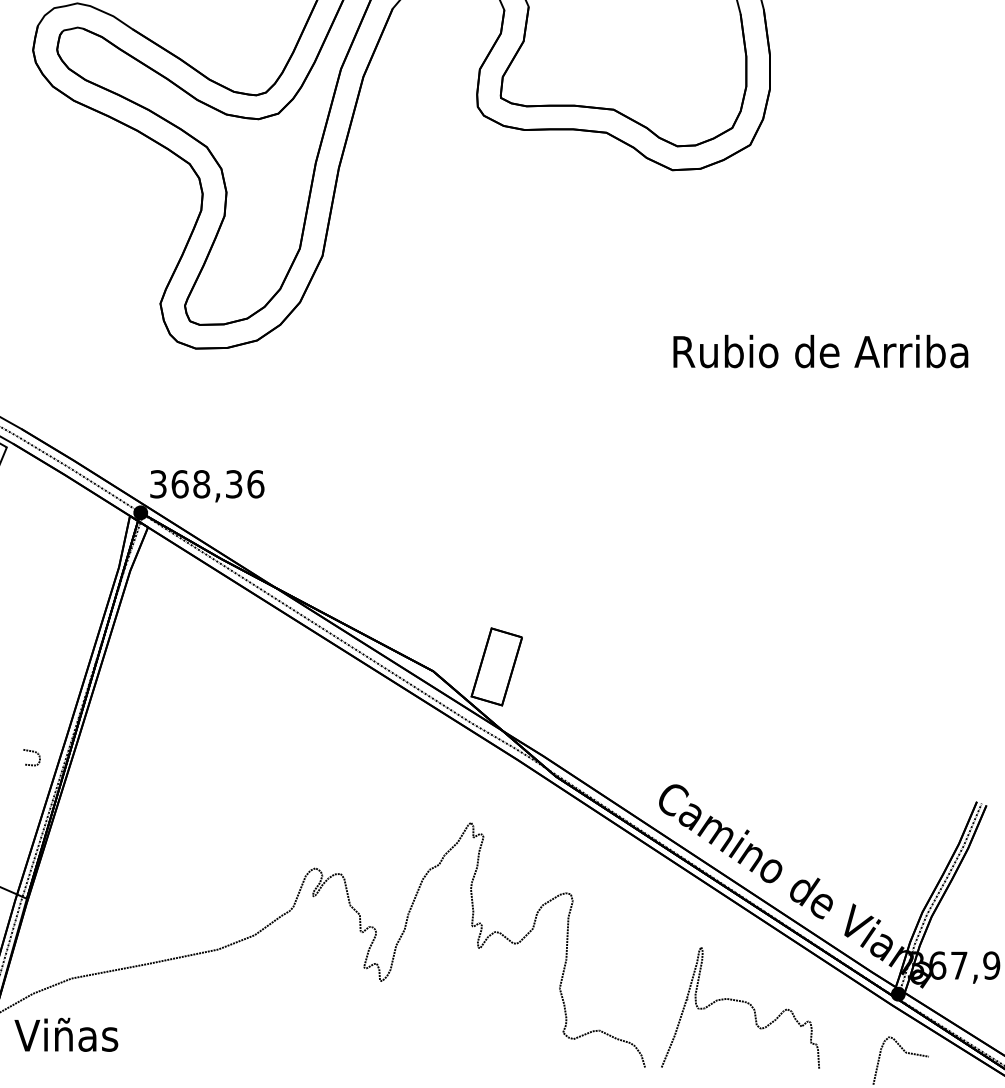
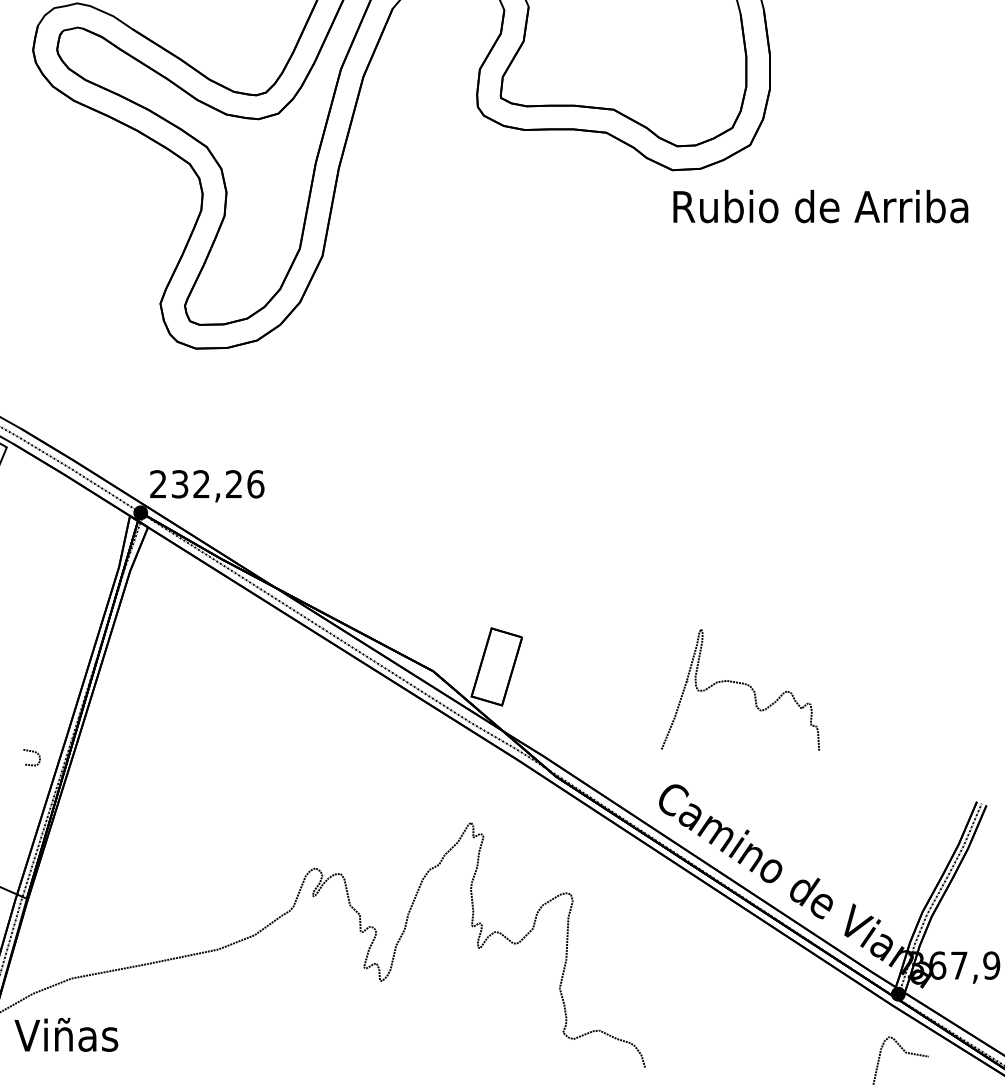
text at (820, 351) position: (820, 351) -> (820, 206)
text at (196, 484): 368,36 -> 232,26
curve at (742, 1002) position: (742, 1002) -> (742, 684)
